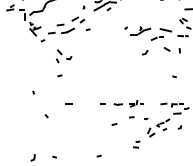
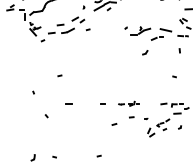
line at (166, 49): present -> none
part at (64, 56): present -> none
part at (128, 103) size: 31x8 px -> 22x7 px
part at (136, 144): present -> none
